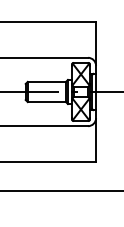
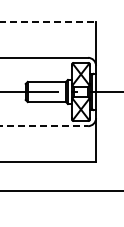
line at (48, 21): solid -> dashed
line at (44, 126): solid -> dashed
